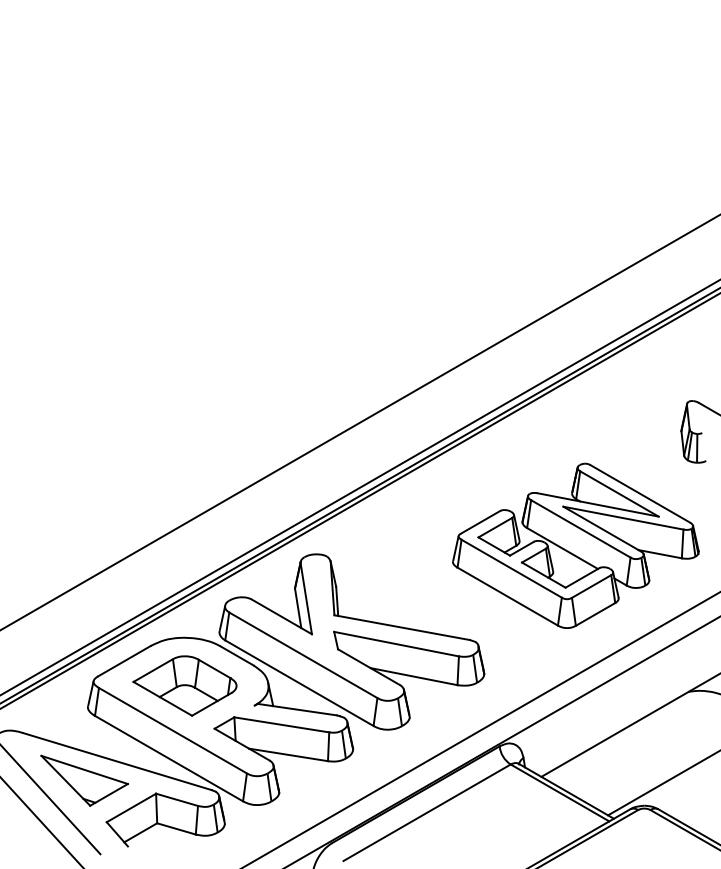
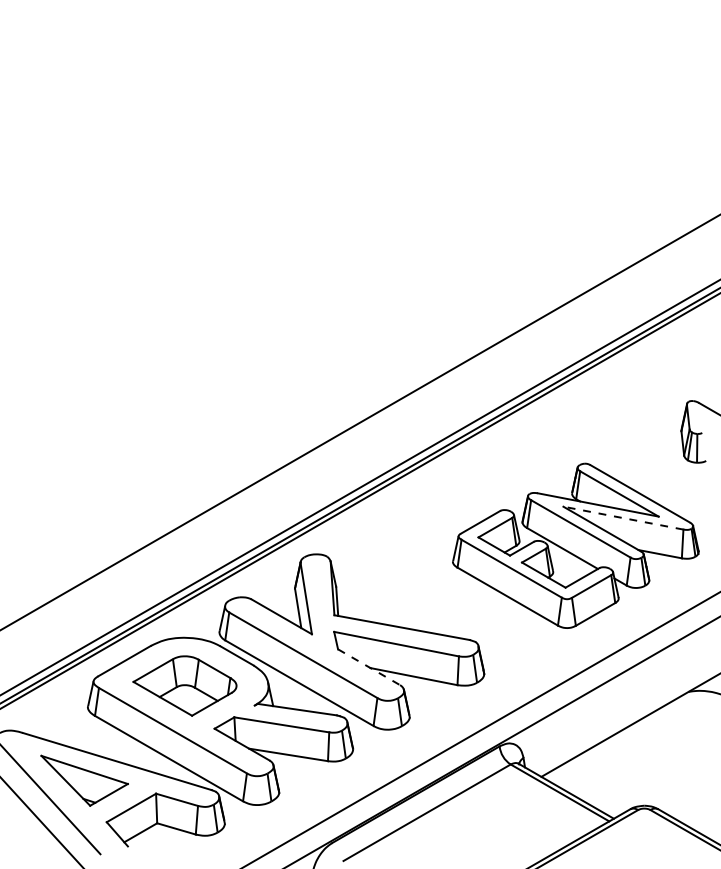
line at (622, 518): solid -> dashed
line at (369, 667): solid -> dashed
line at (662, 783): present -> none
